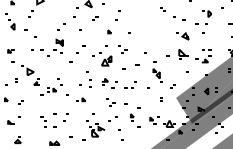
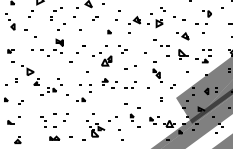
part at (56, 13): none -> present
part at (145, 20): none -> present
part at (161, 42): none -> present
part at (130, 66) size: 18x6 px -> 13x5 px
part at (90, 83) position: (90, 83) -> (90, 88)
part at (110, 102): present -> none
part at (54, 142) position: (54, 142) -> (54, 137)
